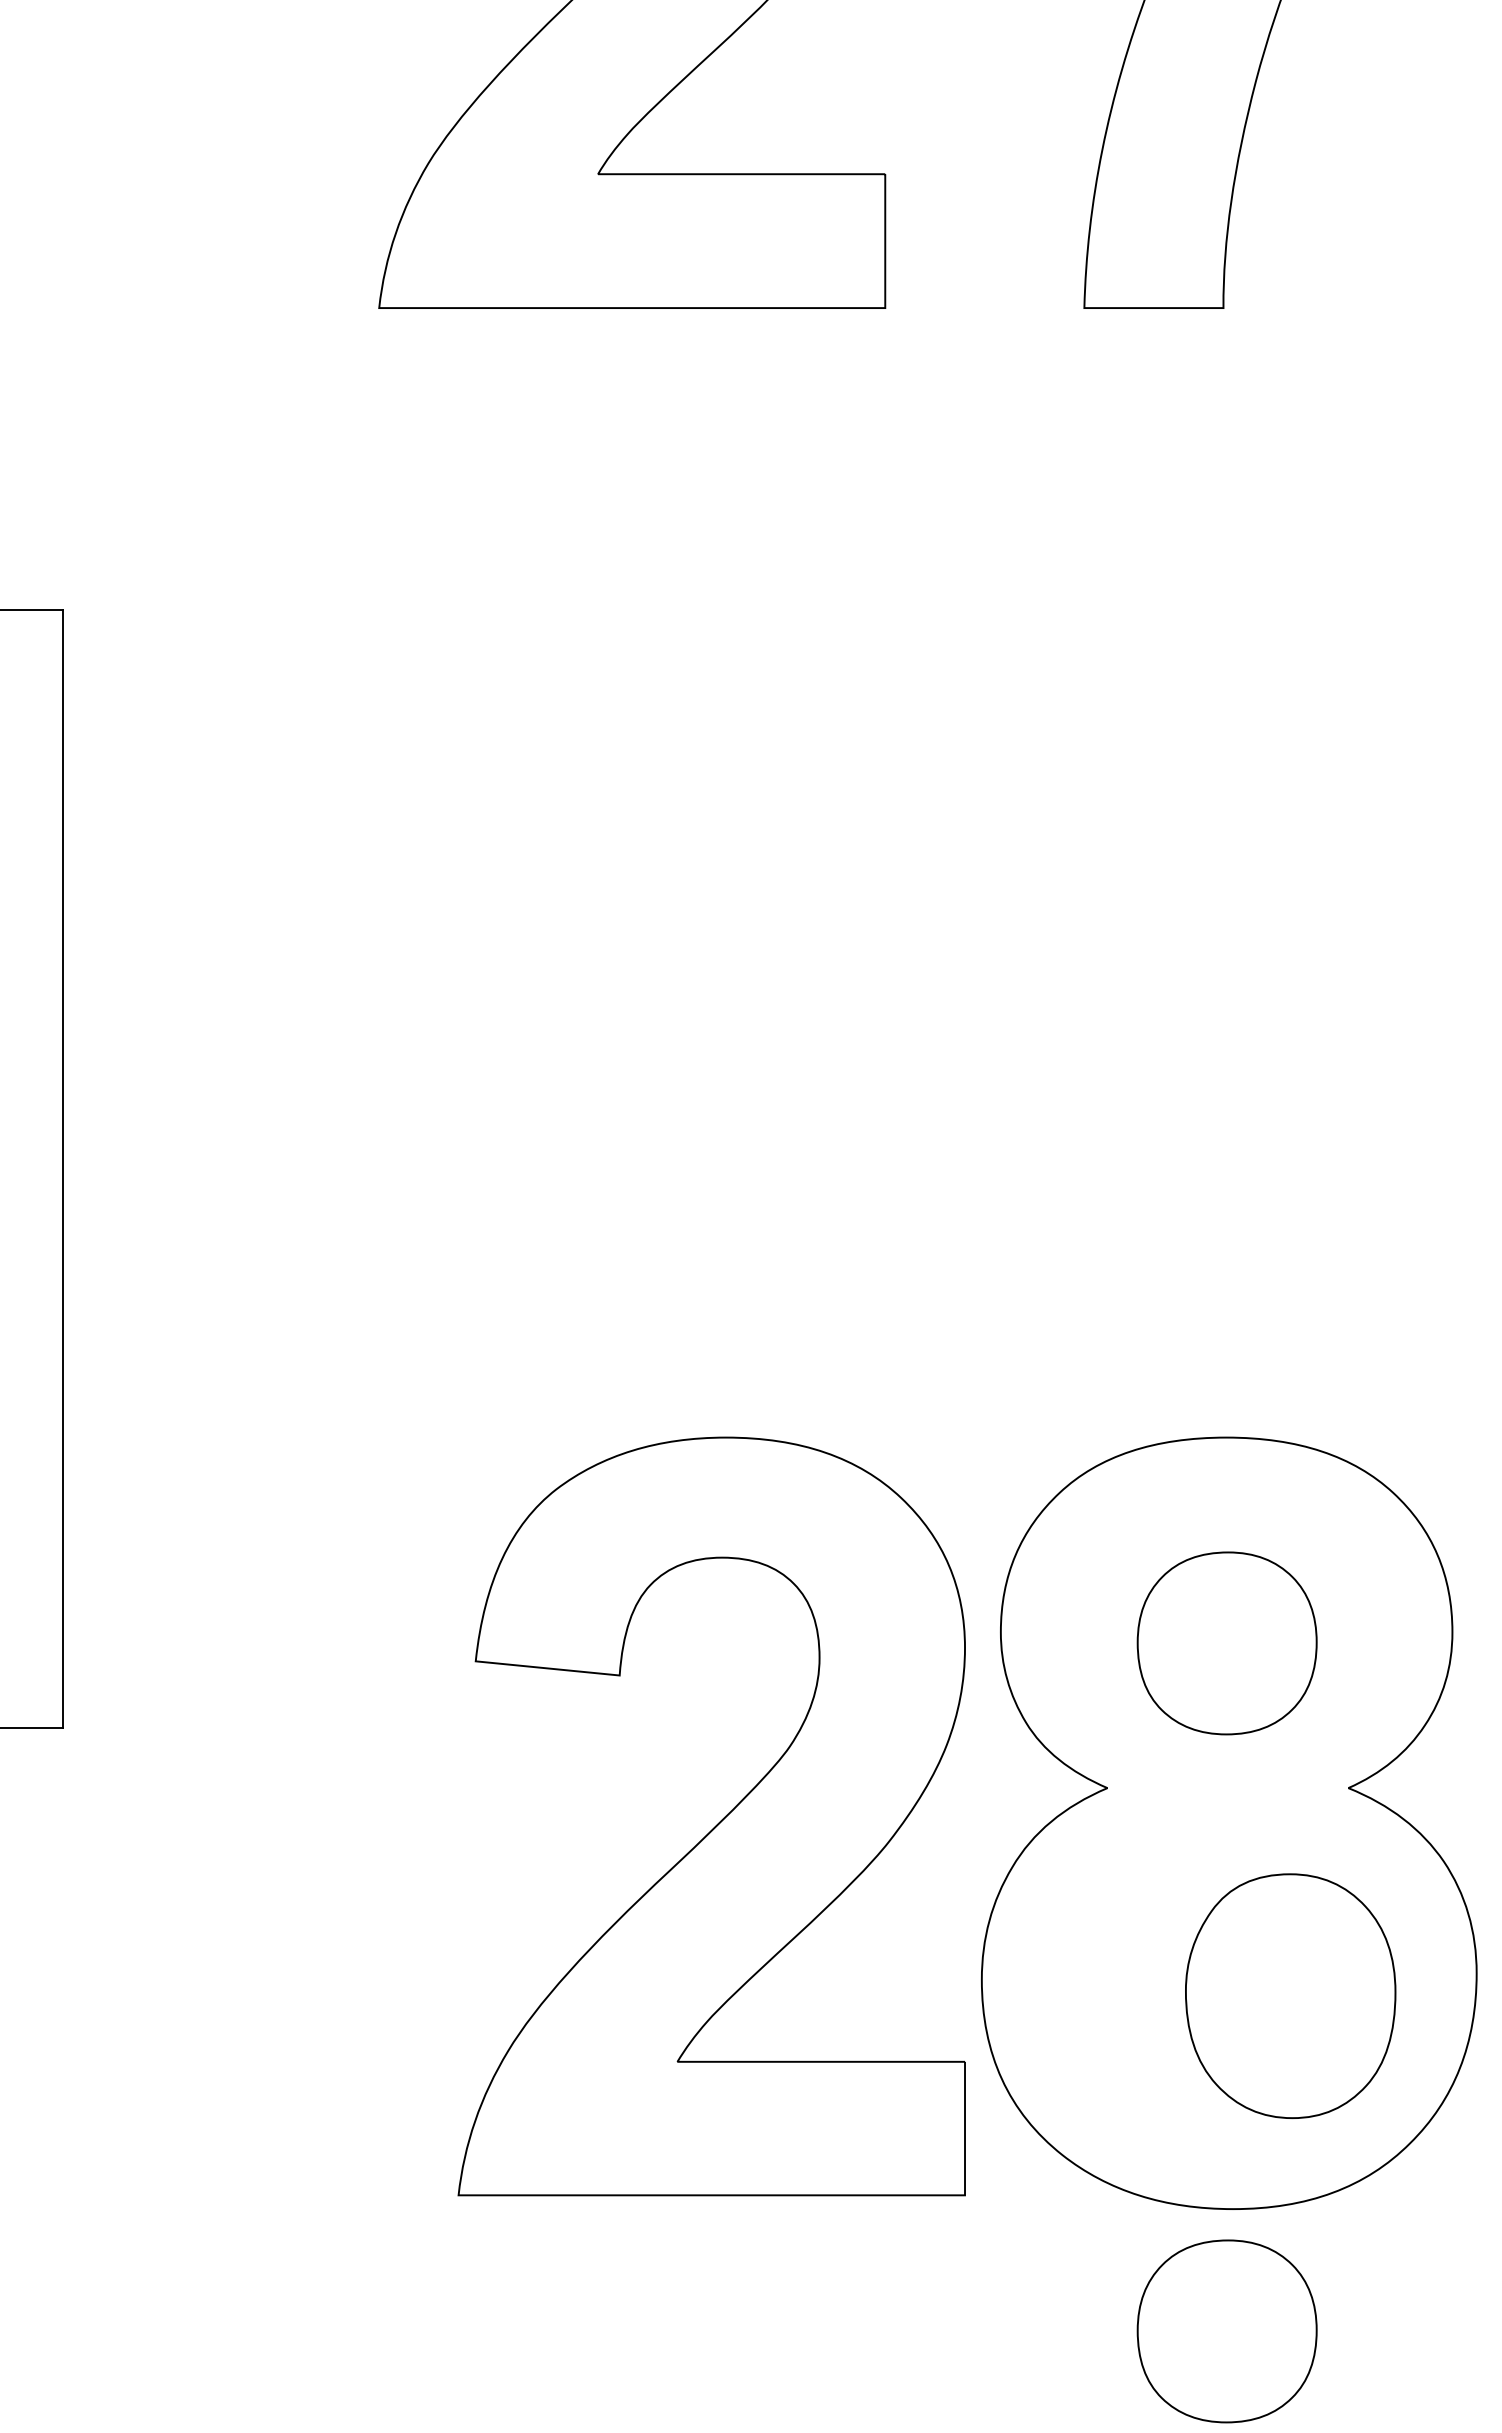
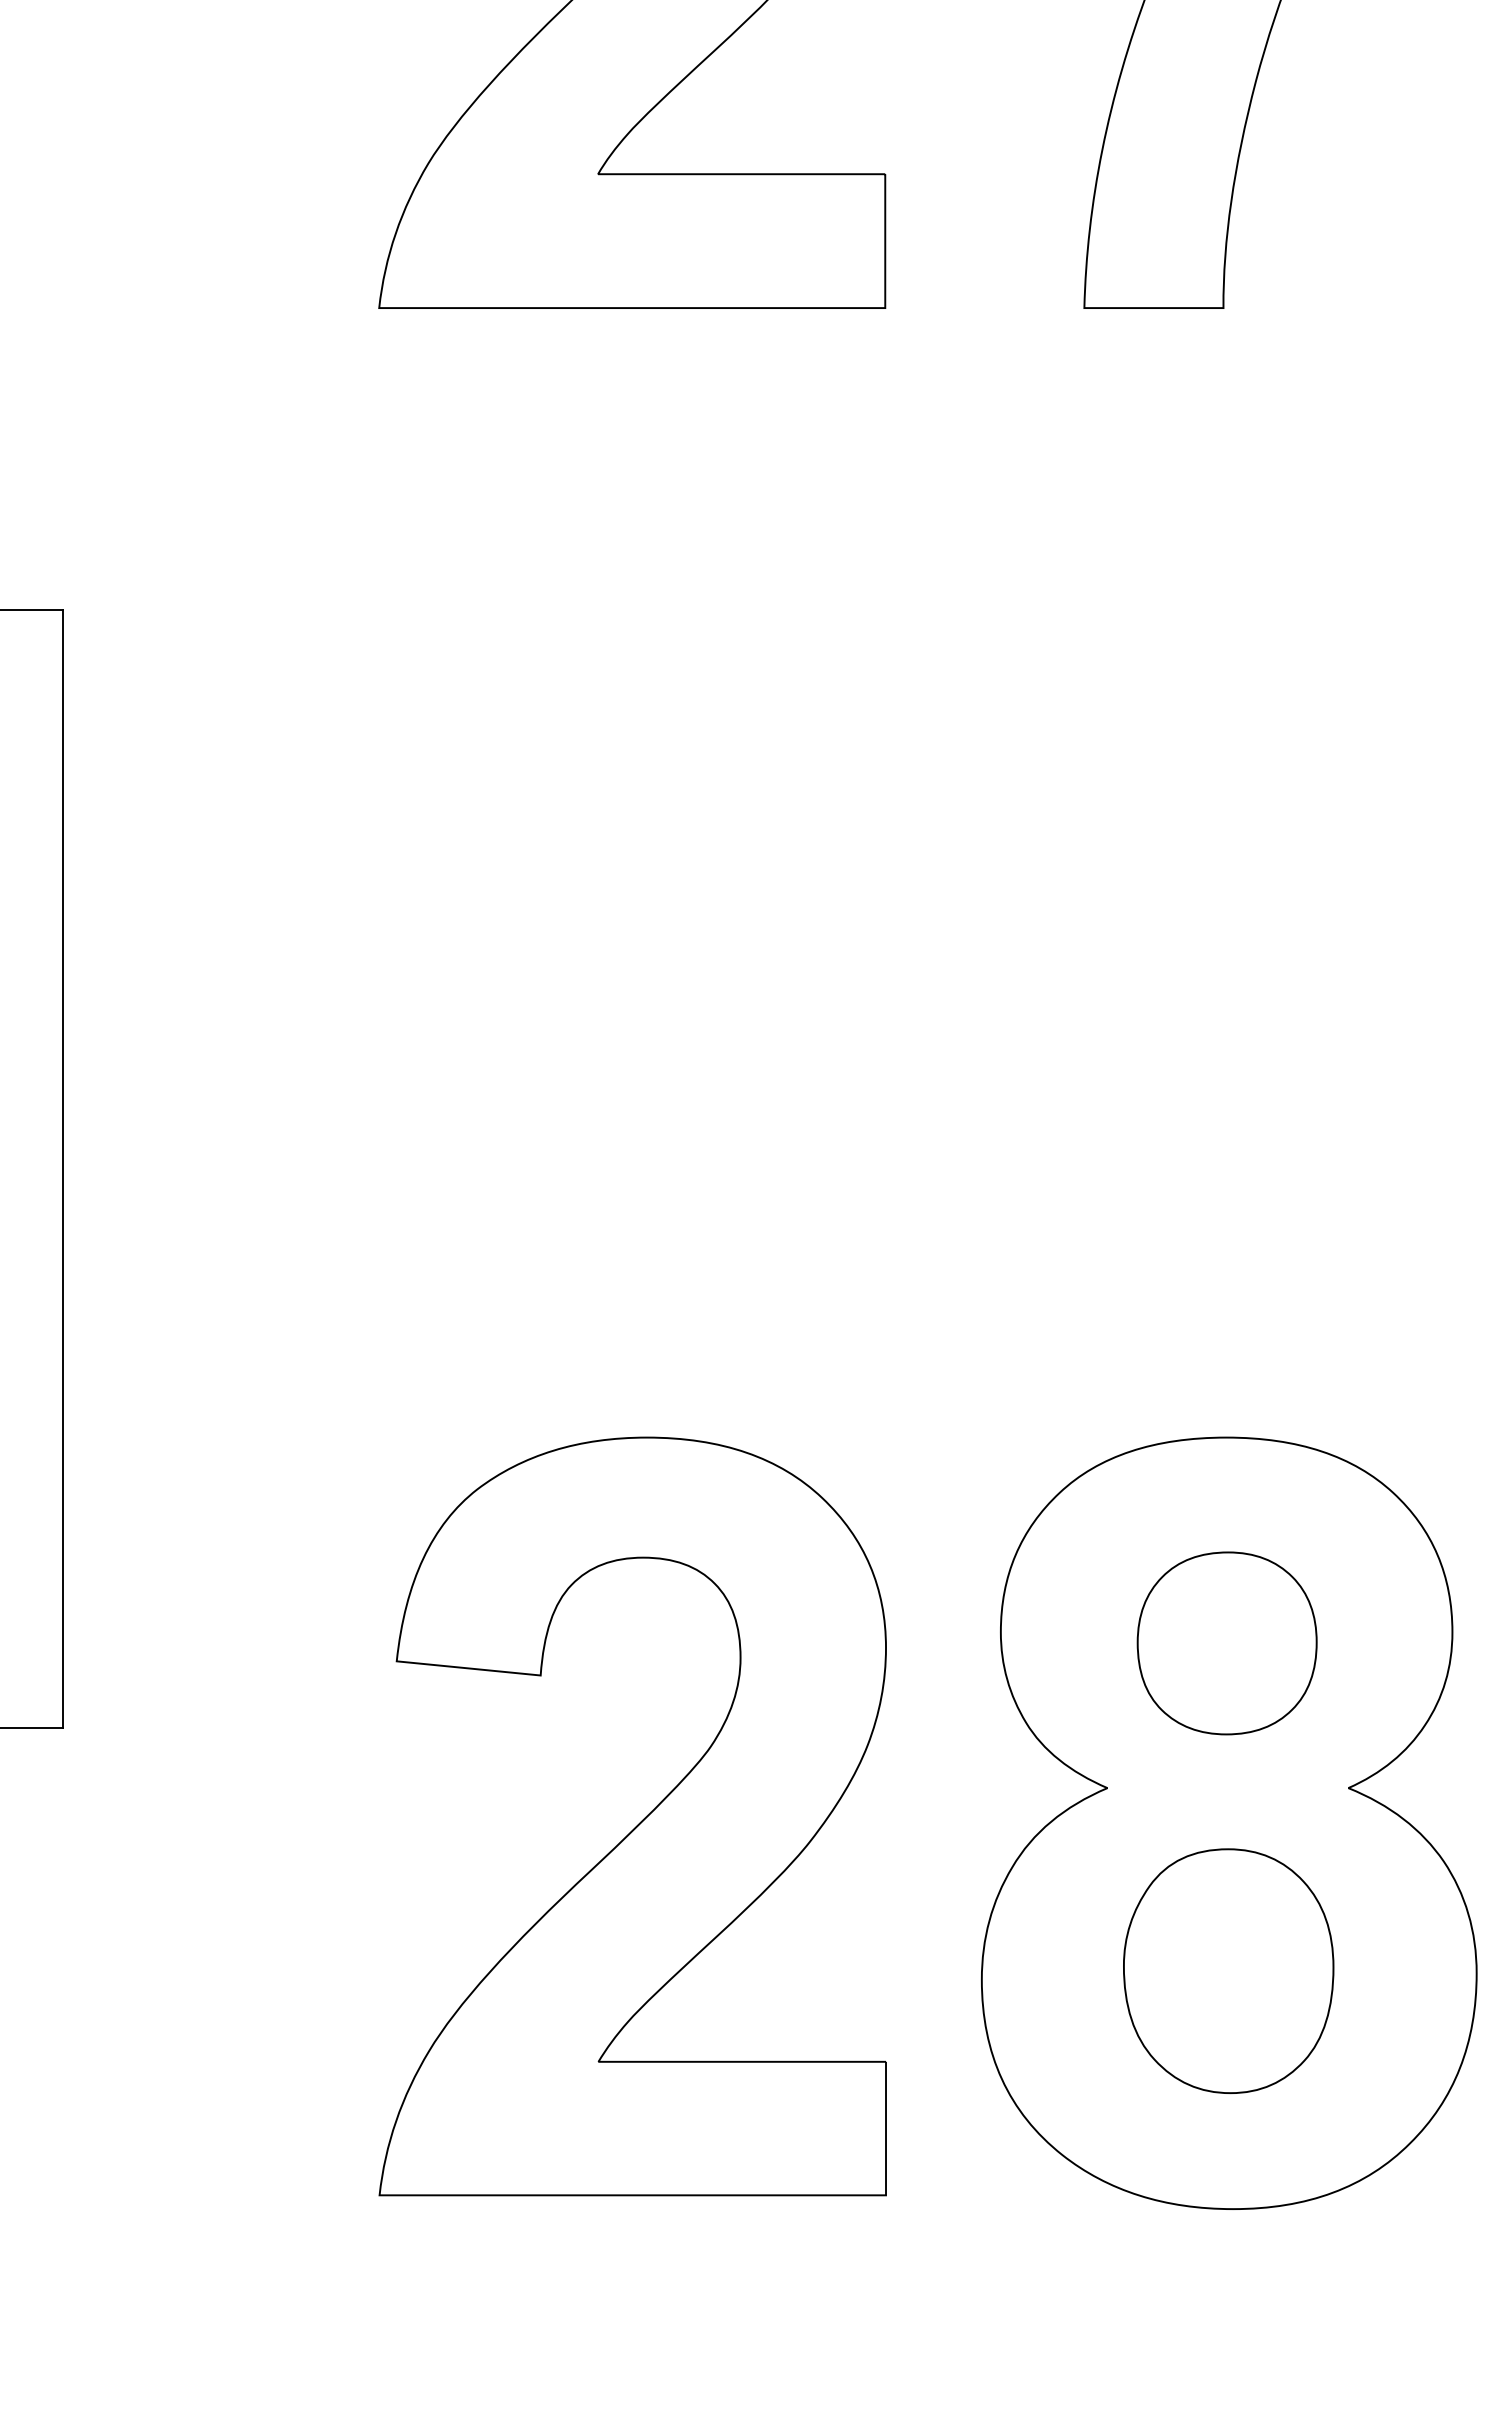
part at (718, 1822) position: (718, 1822) -> (639, 1822)
part at (1290, 1995) position: (1290, 1995) -> (1228, 1970)
part at (1226, 2331): present -> none
